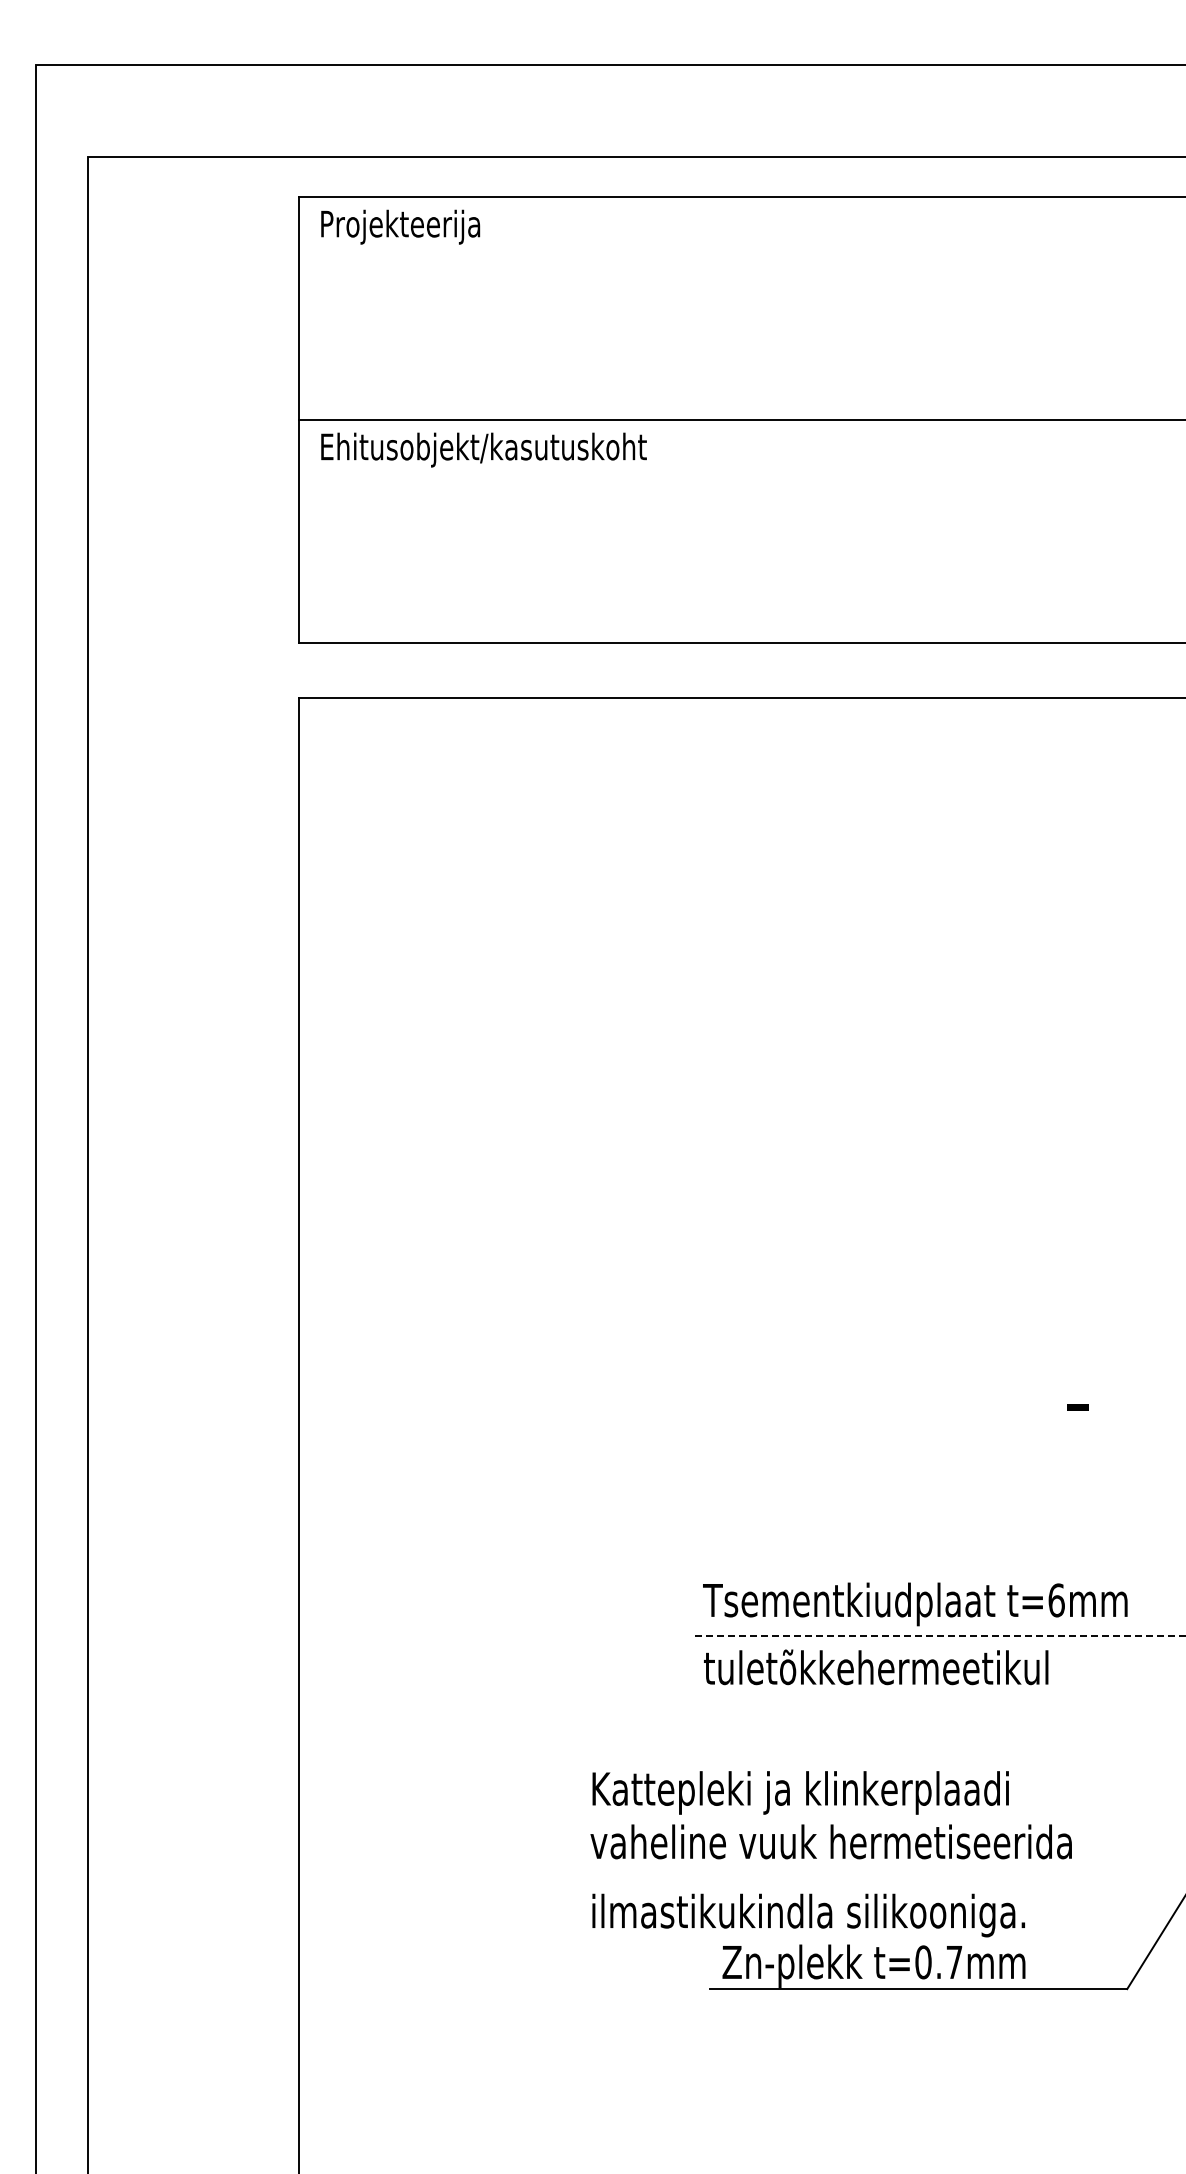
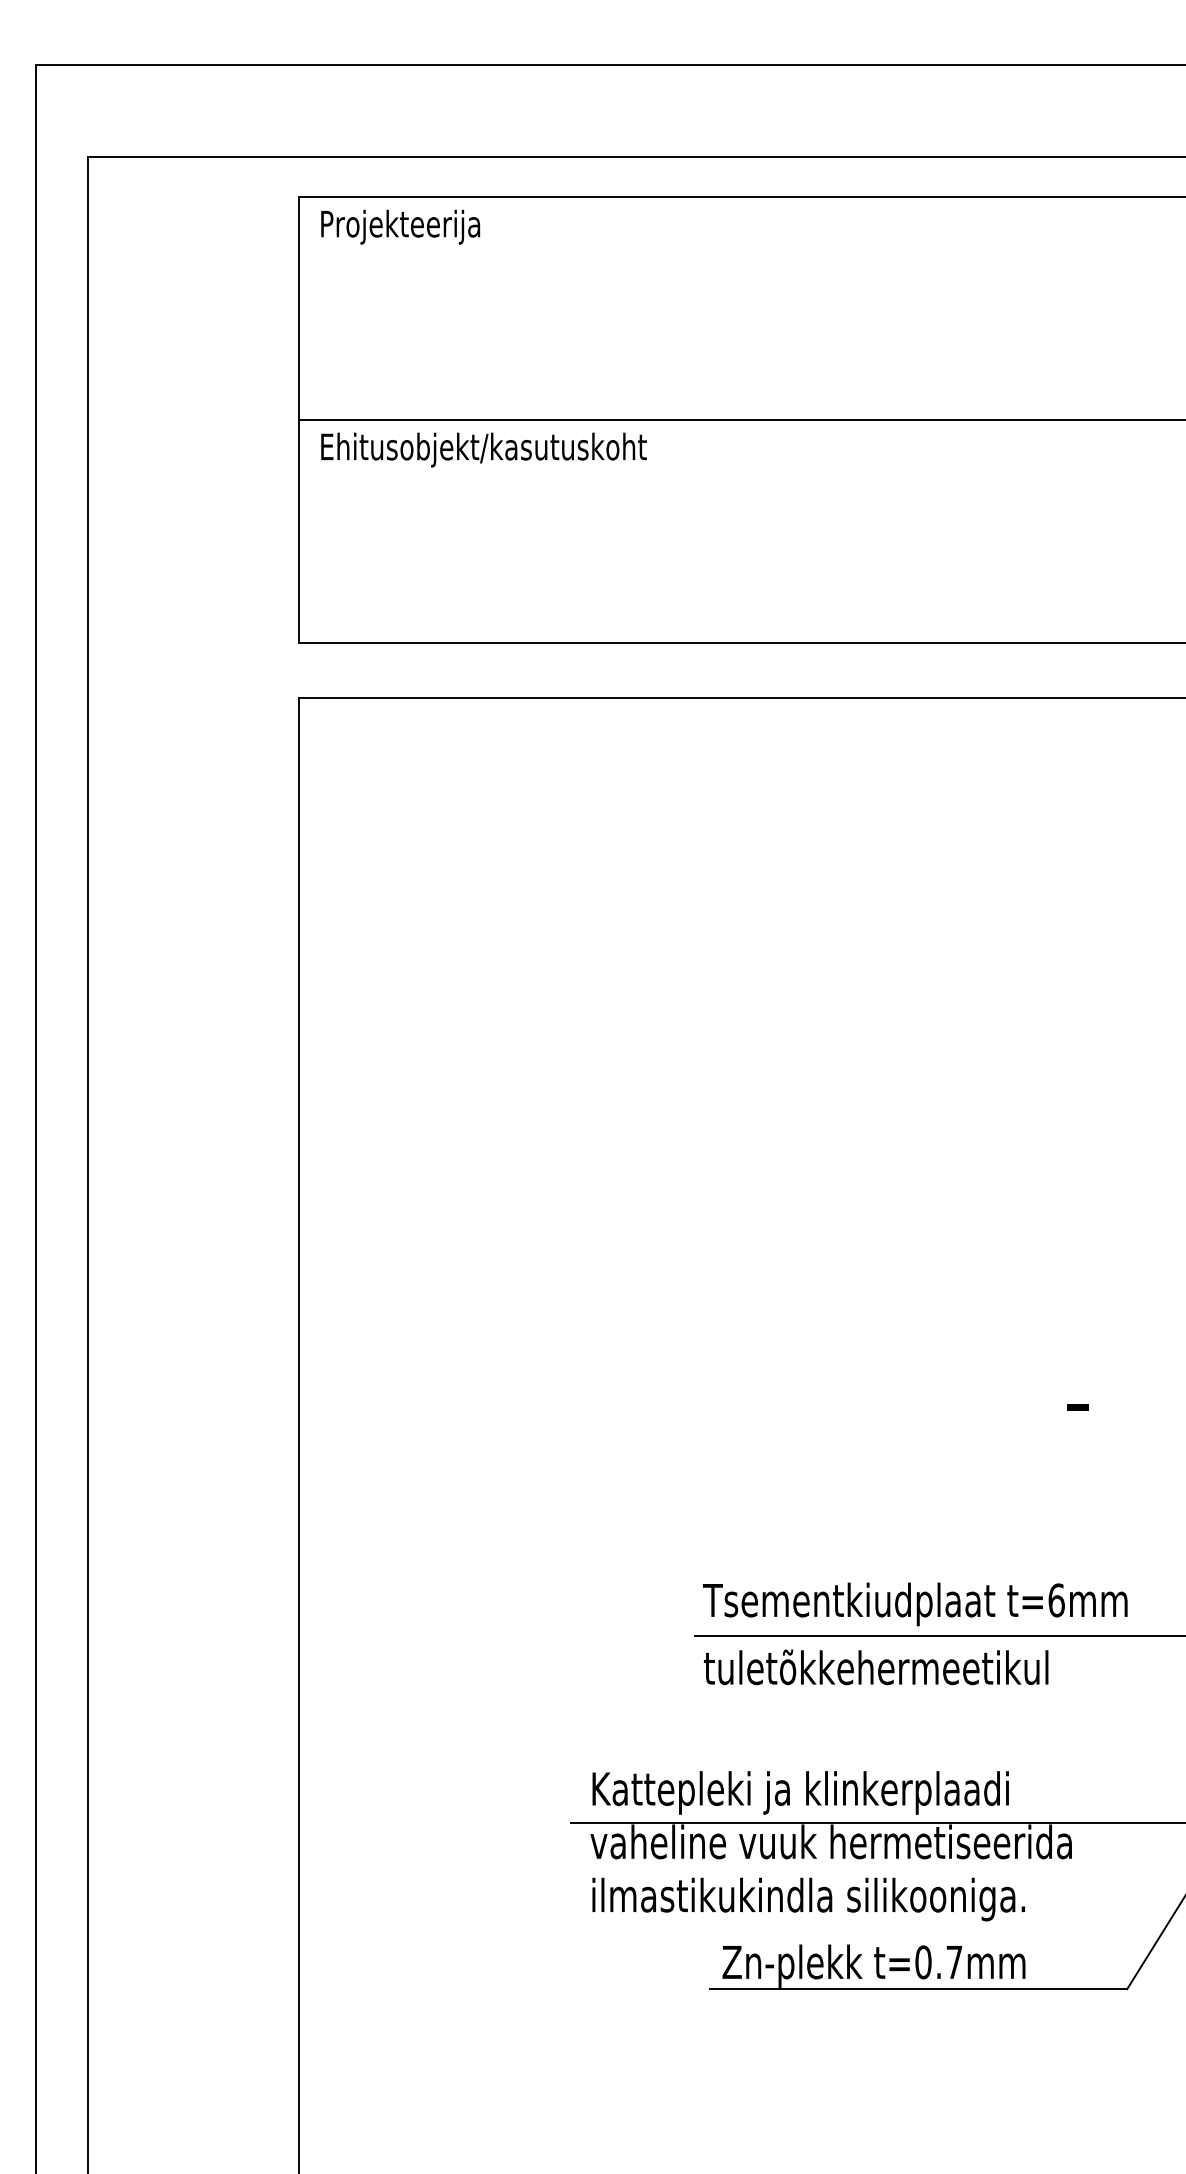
line at (941, 1636): dashed -> solid
line at (876, 1823): none -> present
text at (808, 1915) position: (808, 1915) -> (808, 1899)
